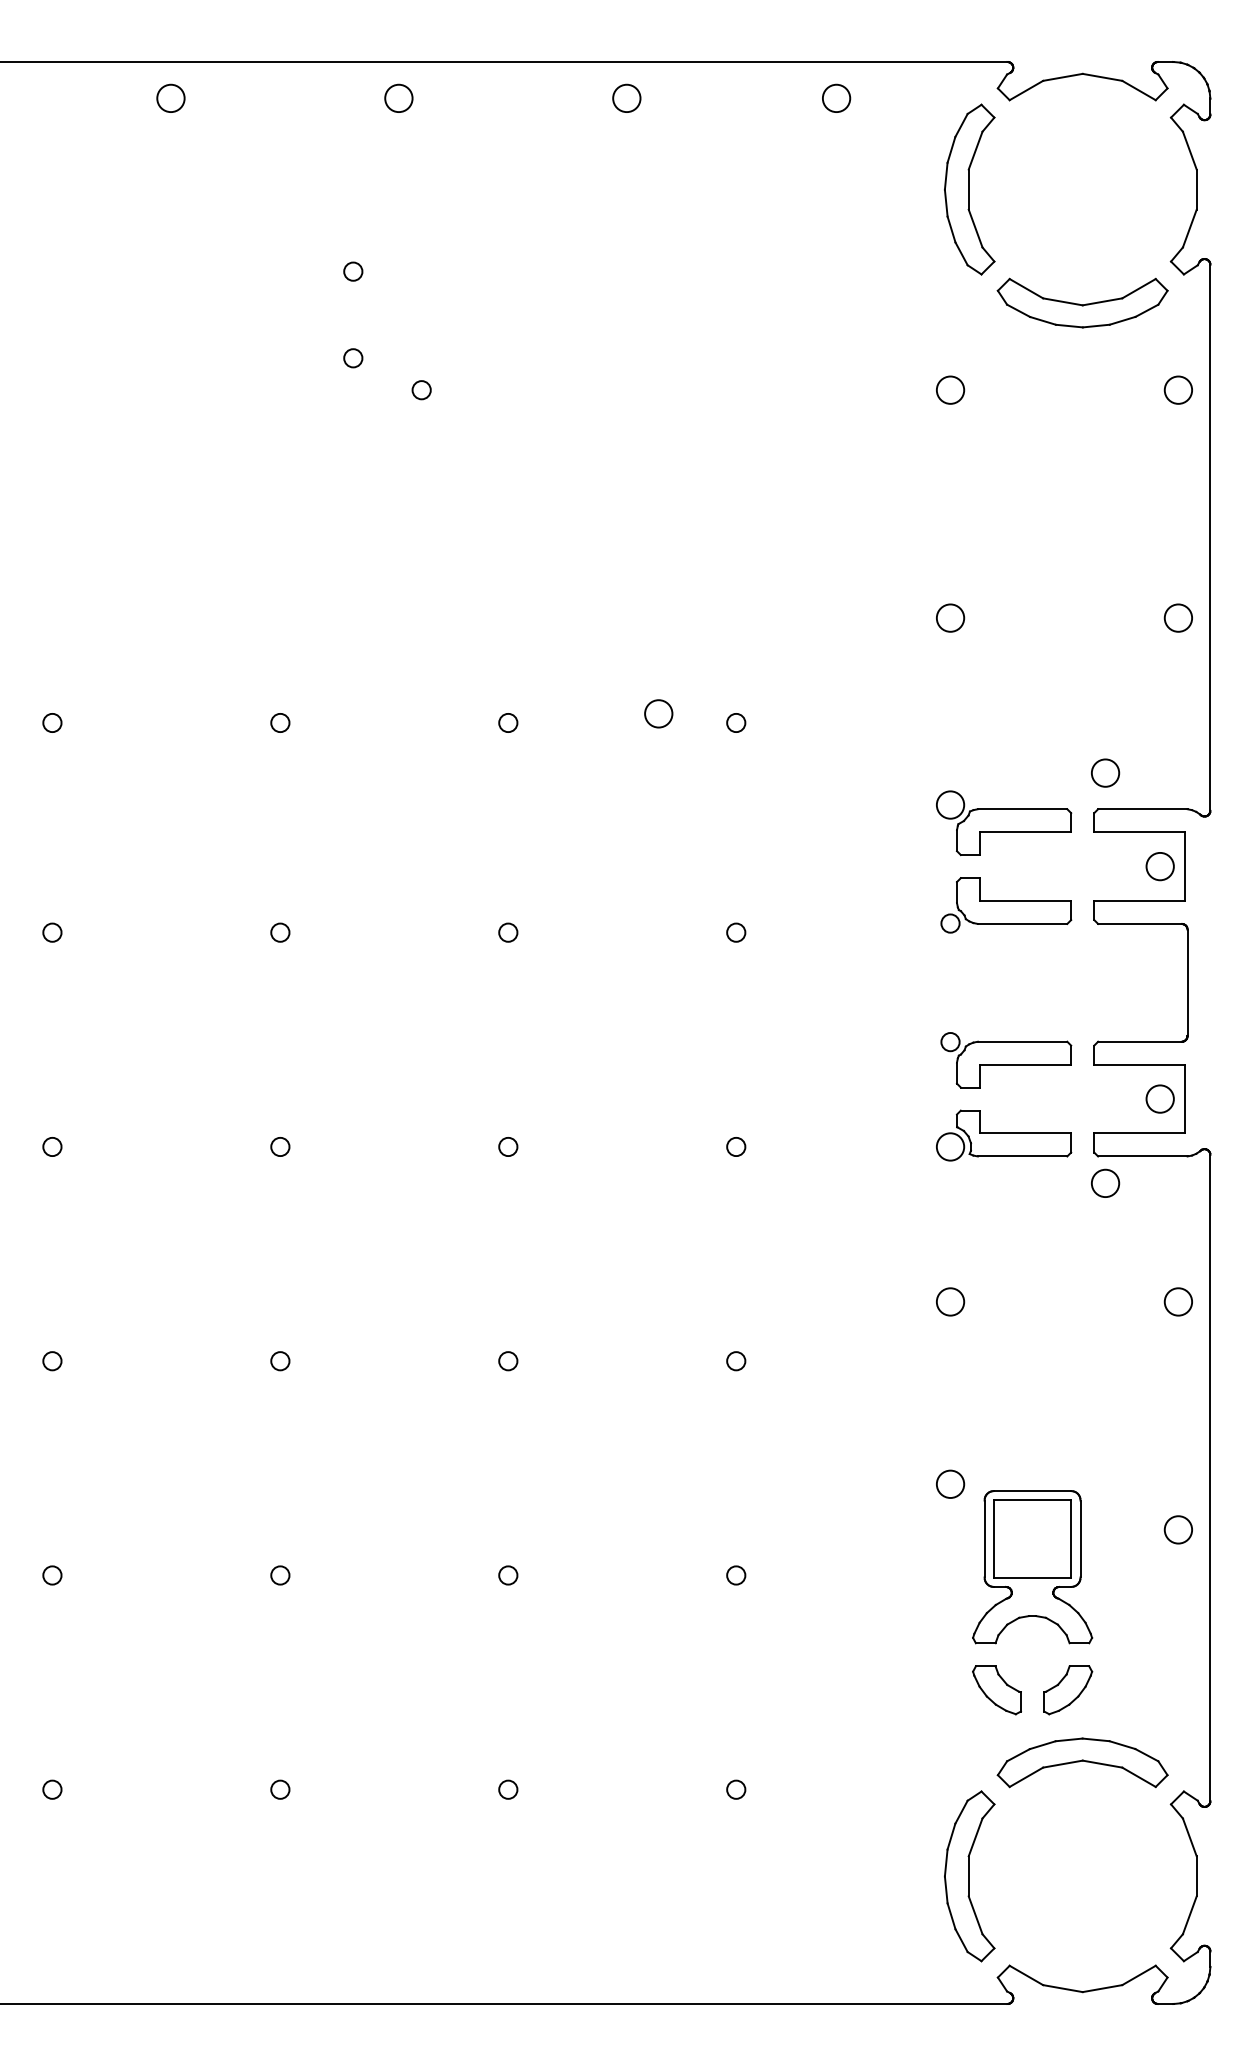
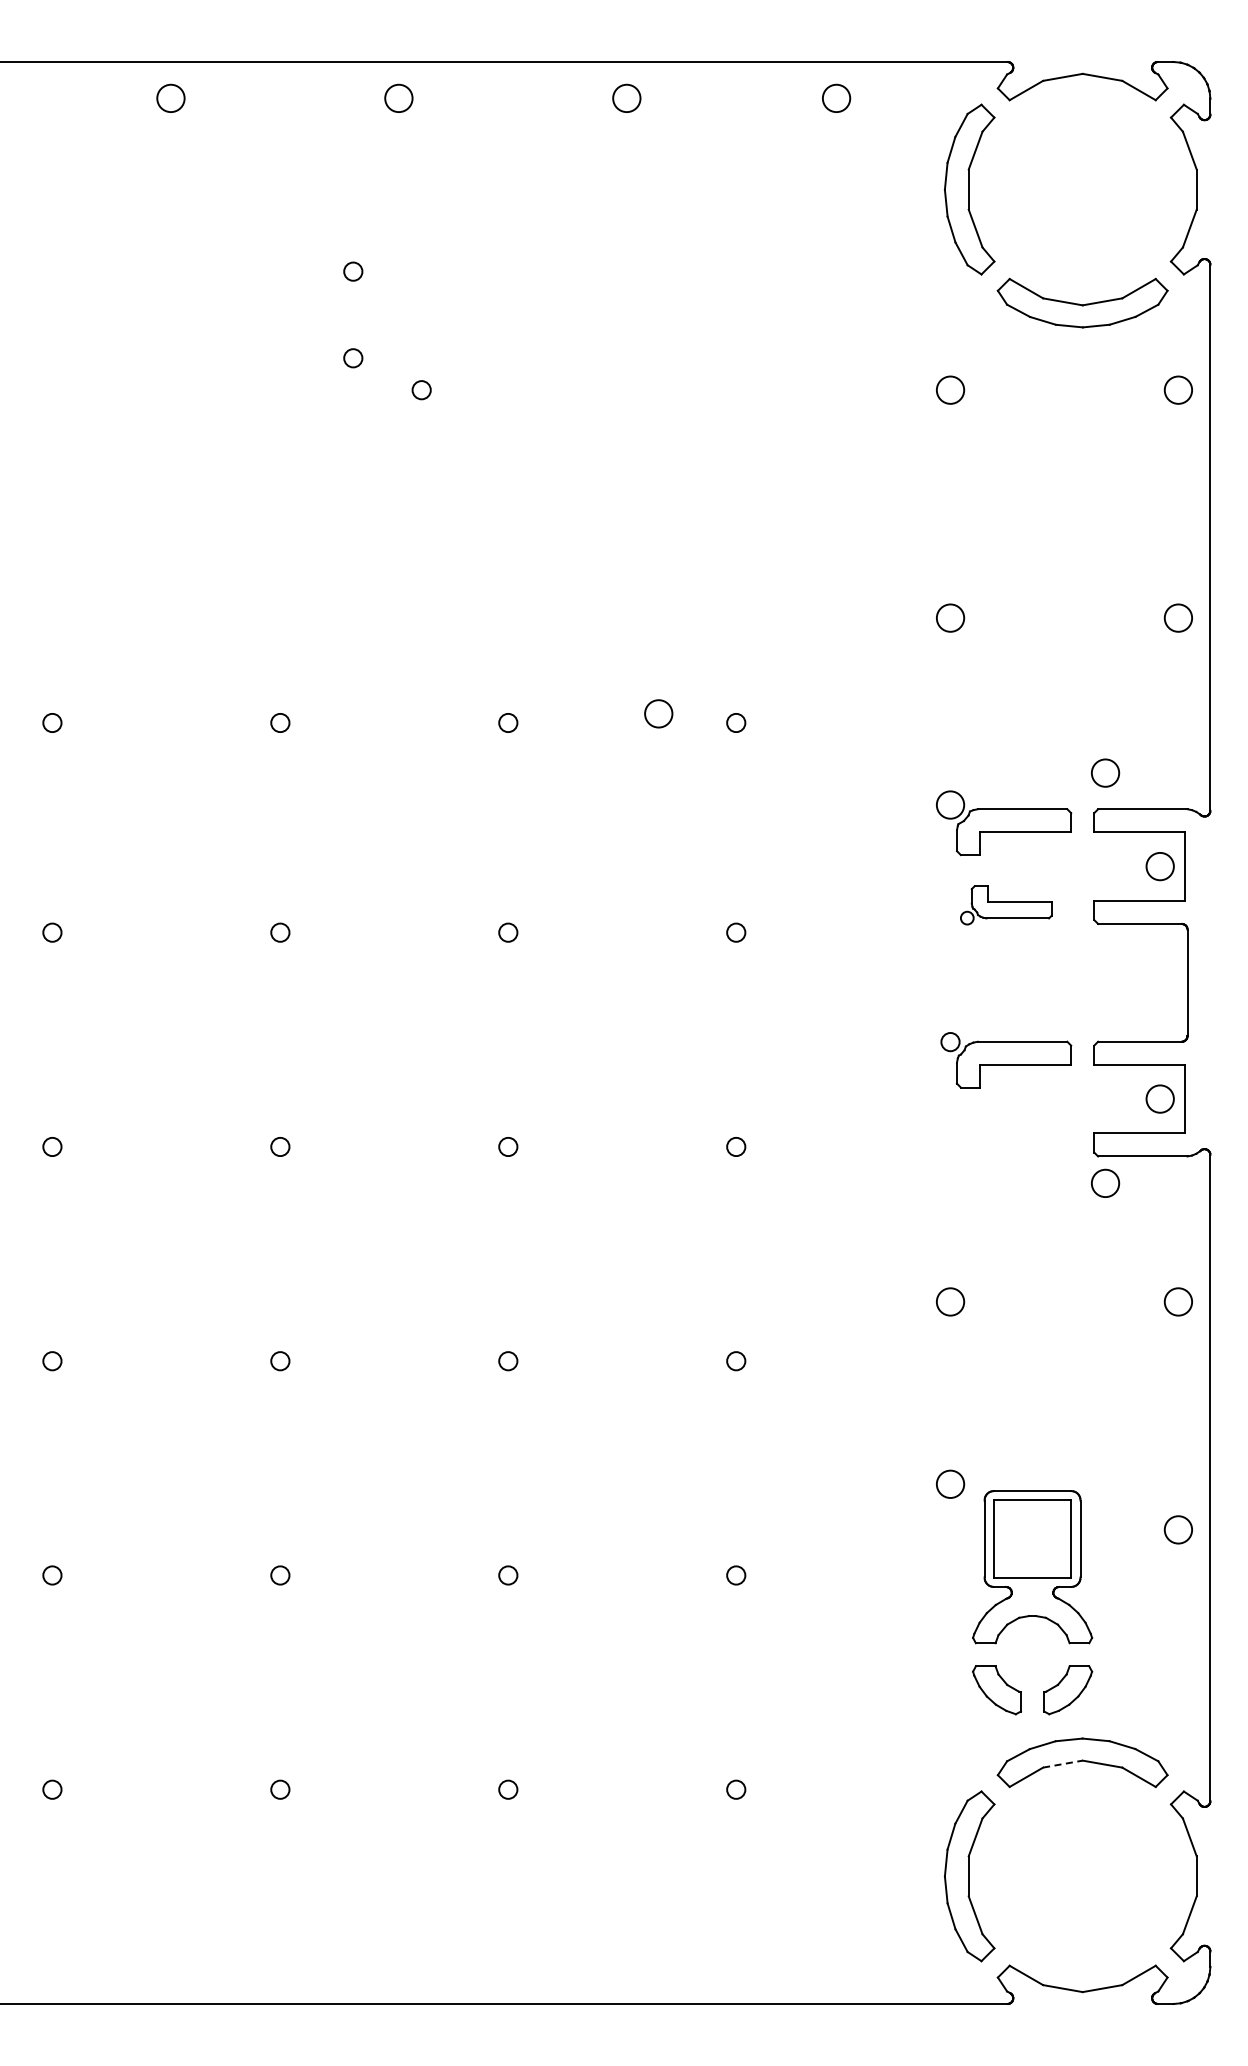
part at (1006, 905) size: 133x57 px -> 93x41 px
part at (1004, 1135): present -> none
line at (1063, 1764): solid -> dashed
